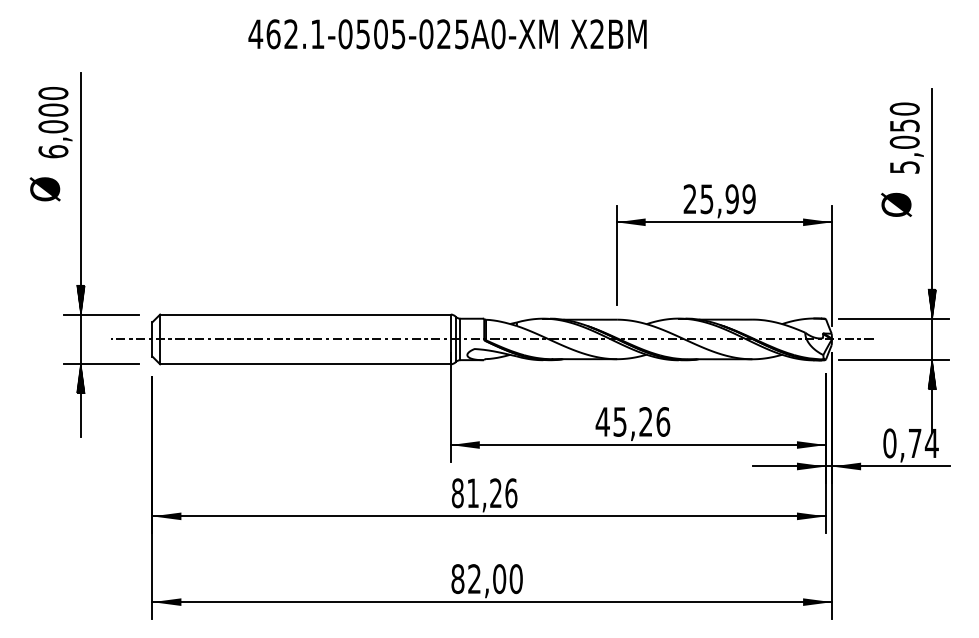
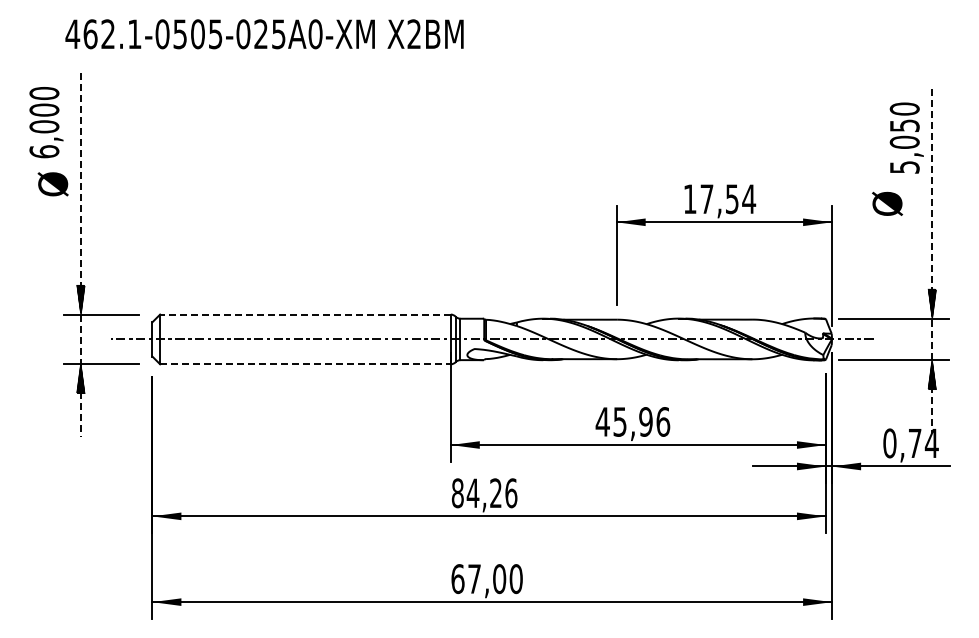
text at (447, 34) position: (447, 34) -> (264, 34)
text at (55, 122) position: (55, 122) -> (46, 122)
text at (44, 189) position: (44, 189) -> (52, 184)
text at (719, 199): 25,99 -> 17,54
text at (896, 204) position: (896, 204) -> (887, 203)
line at (80, 255): solid -> dashed
line at (932, 261): solid -> dashed
line at (304, 314): solid -> dashed
line at (305, 364): solid -> dashed
text at (645, 421): 45,26 -> 45,96
text at (472, 492): 81,26 -> 84,26
text at (465, 578): 82,00 -> 67,00
